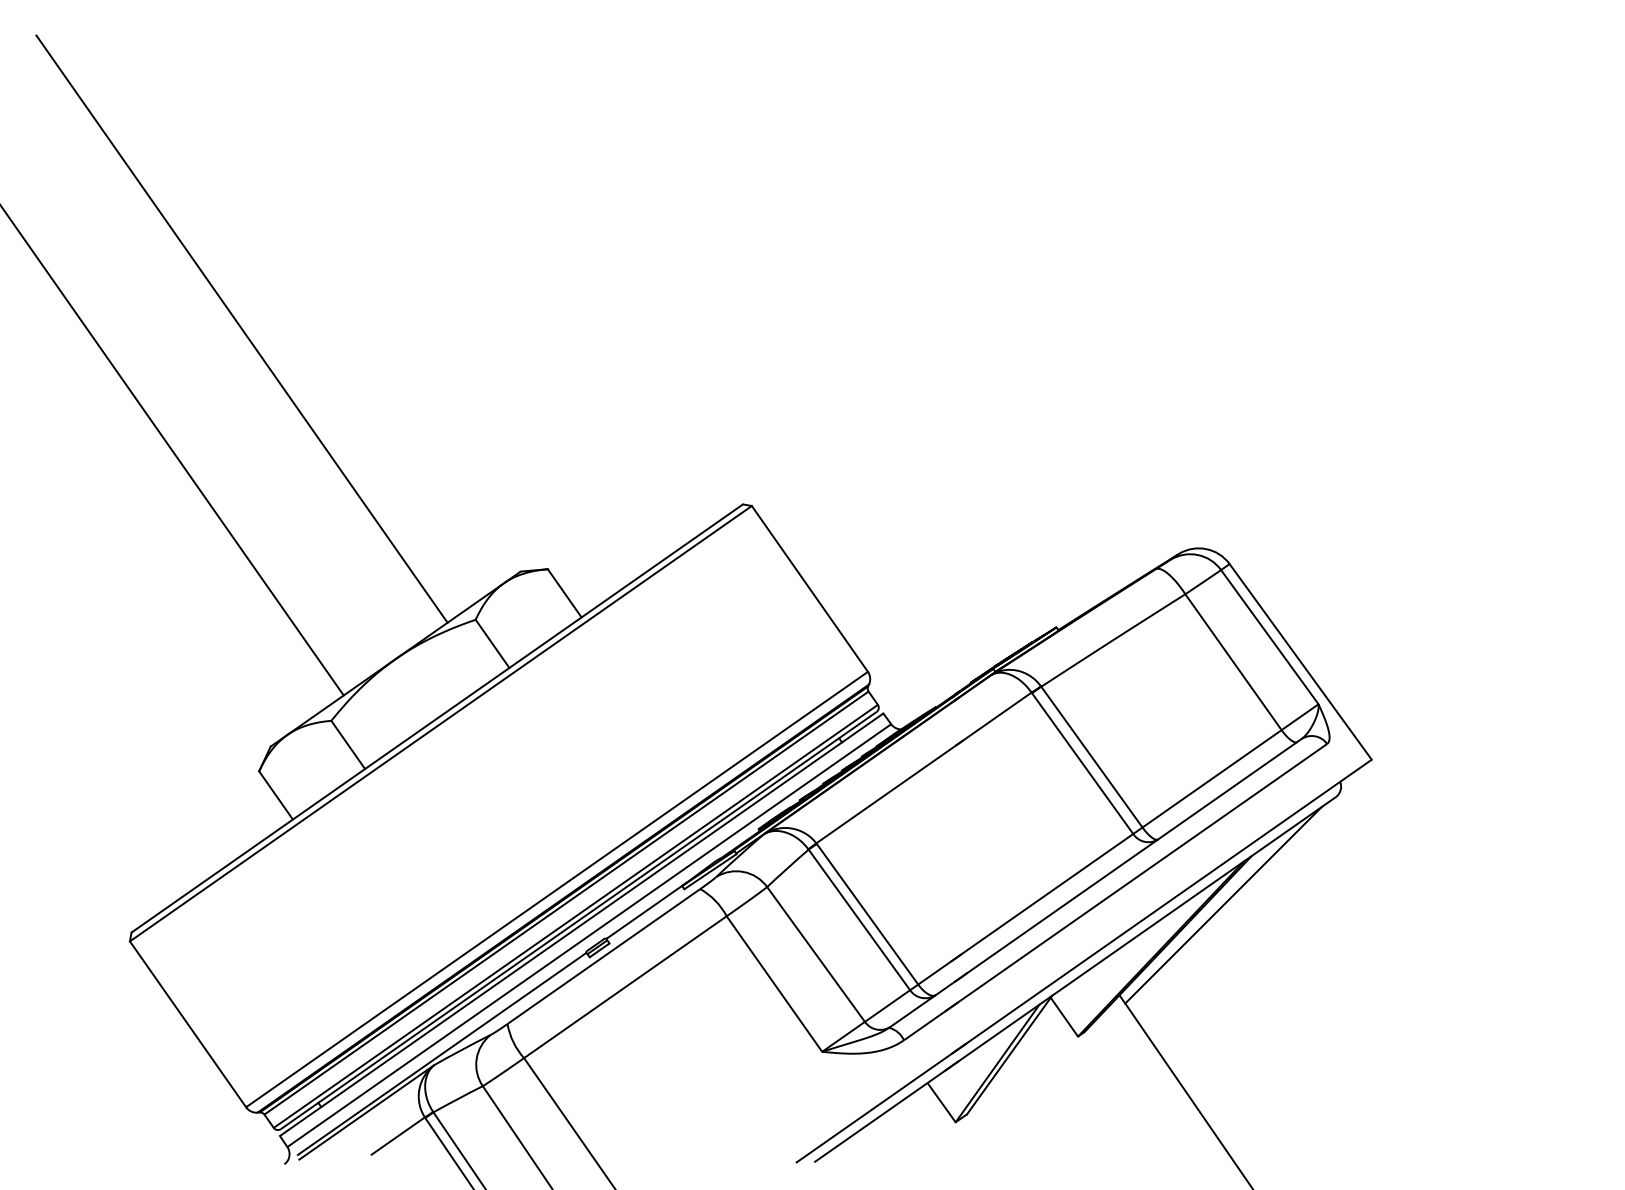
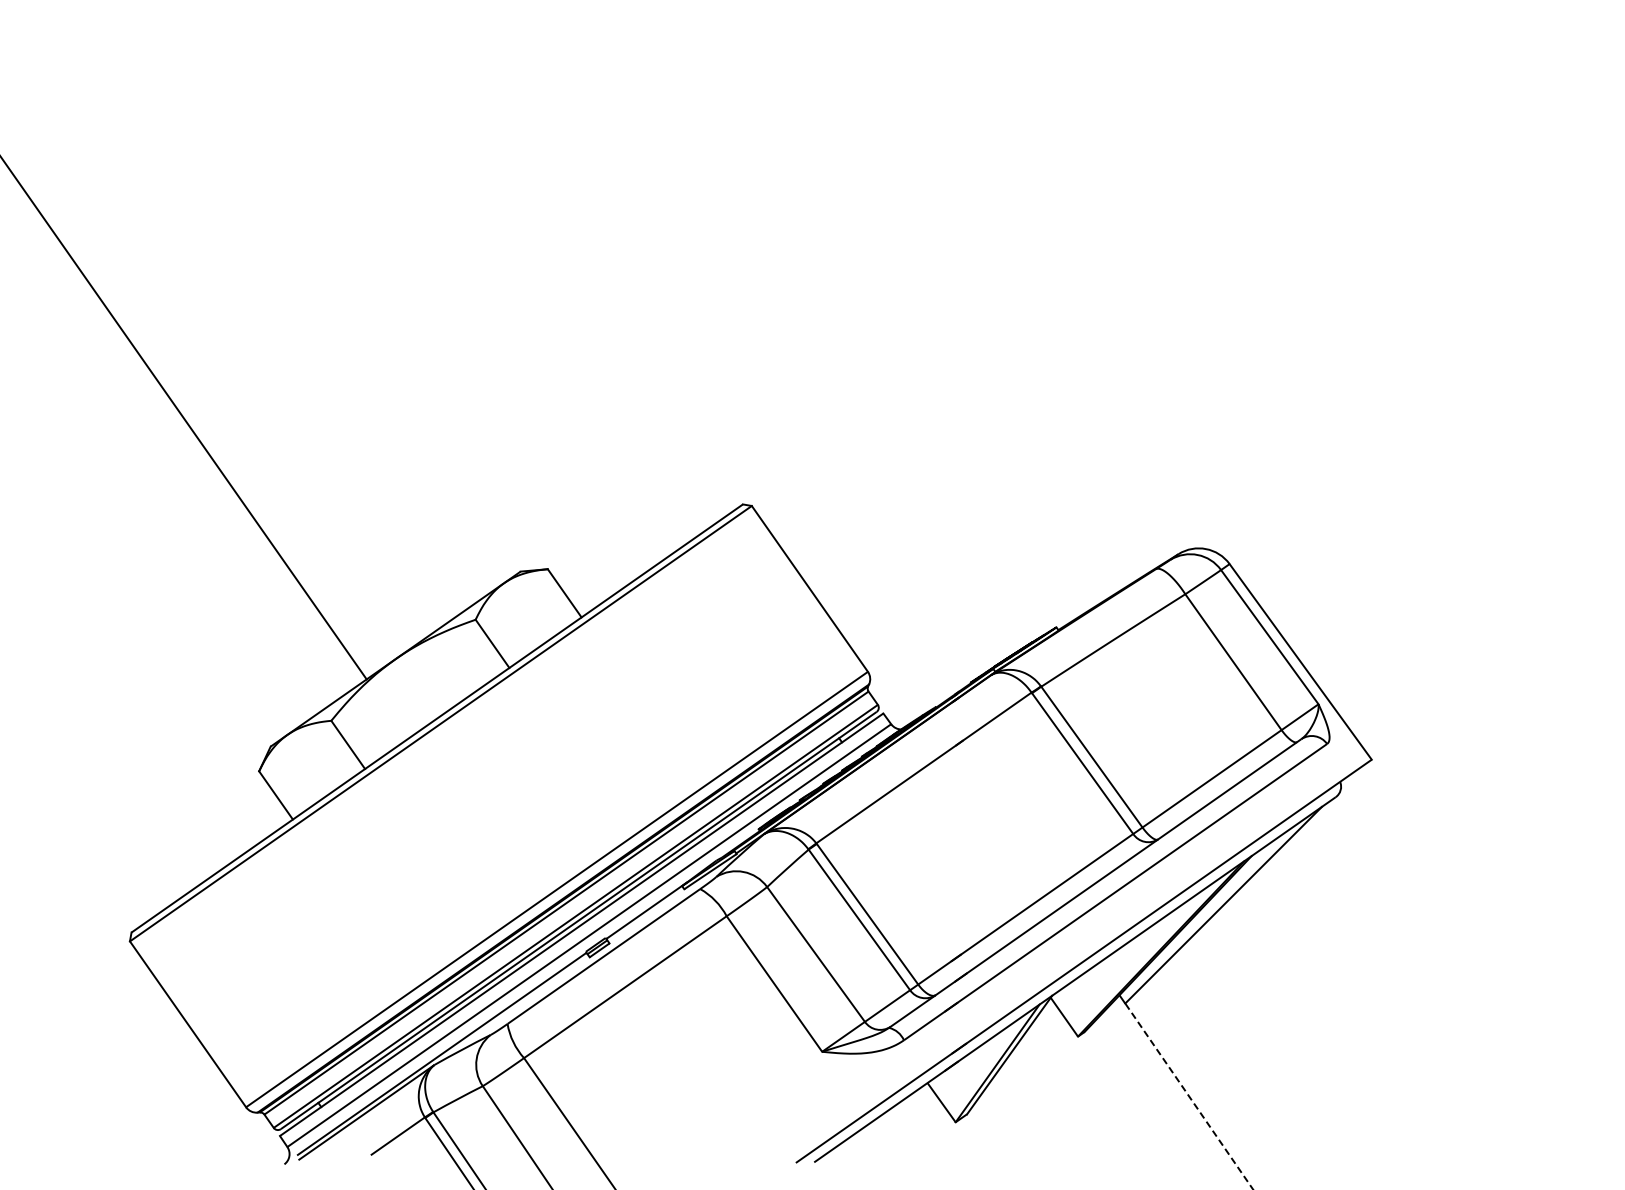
line at (241, 328): present -> none
line at (172, 451) position: (172, 451) -> (184, 418)
line at (1189, 1096): solid -> dashed
